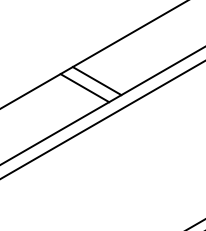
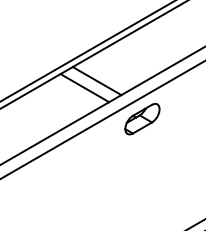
line at (87, 51): none -> present
part at (142, 119): none -> present
